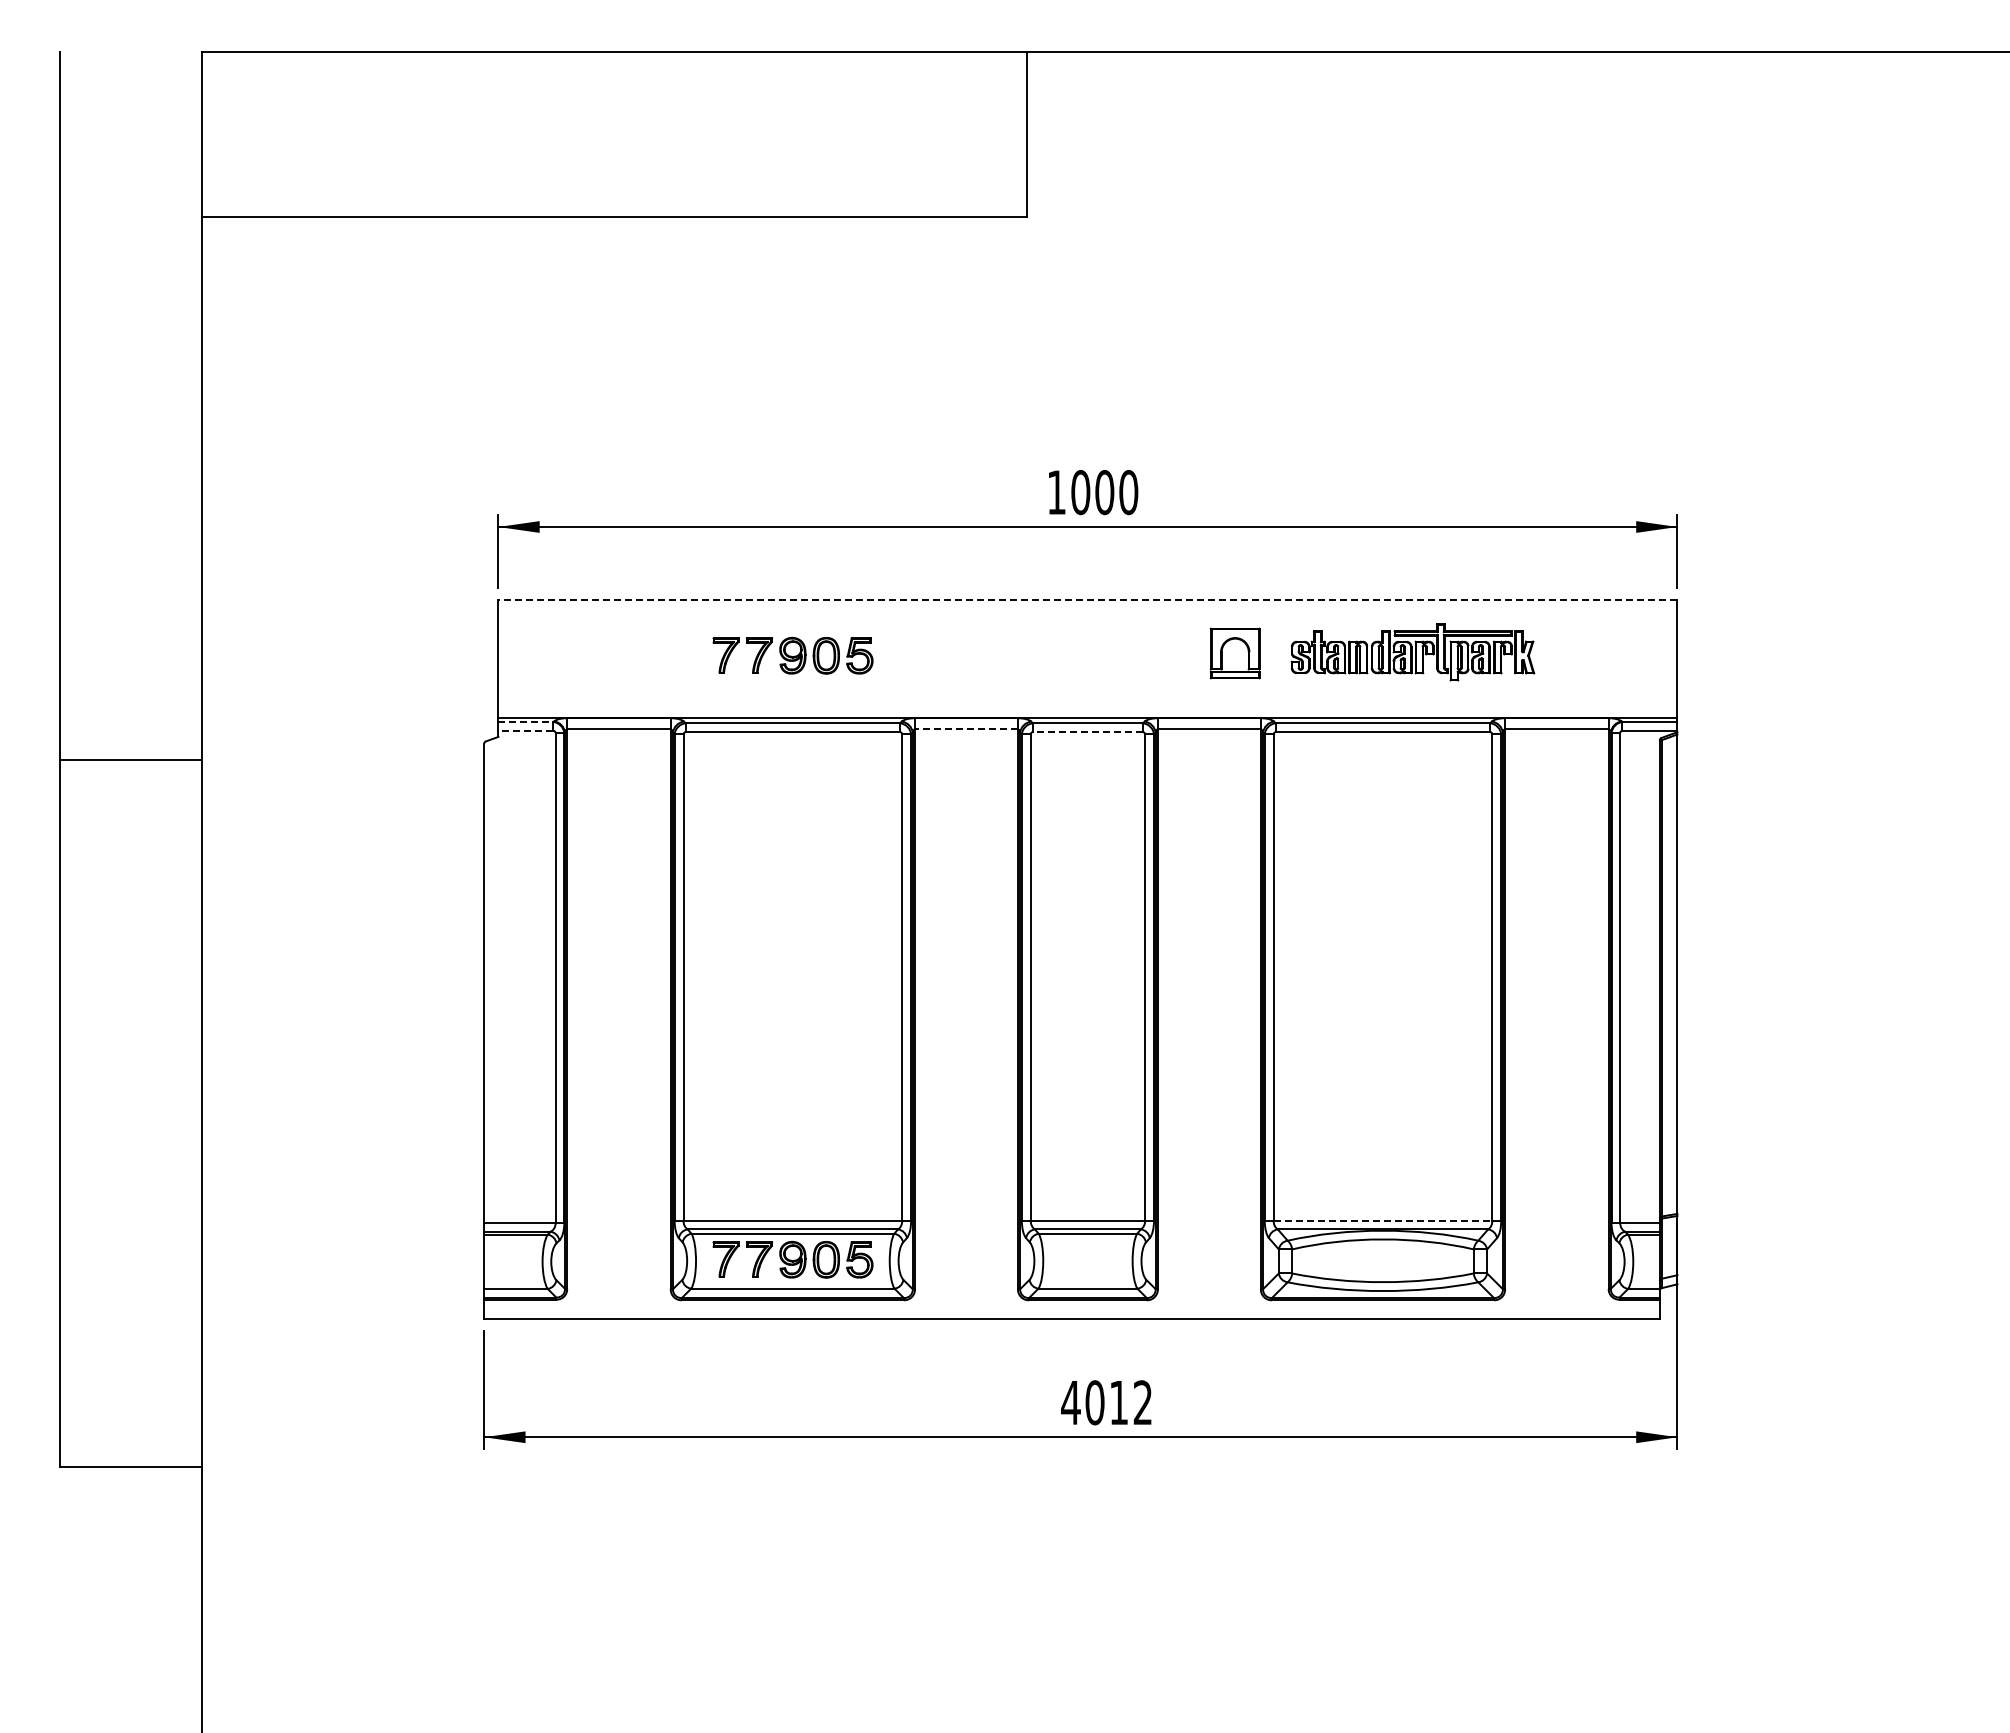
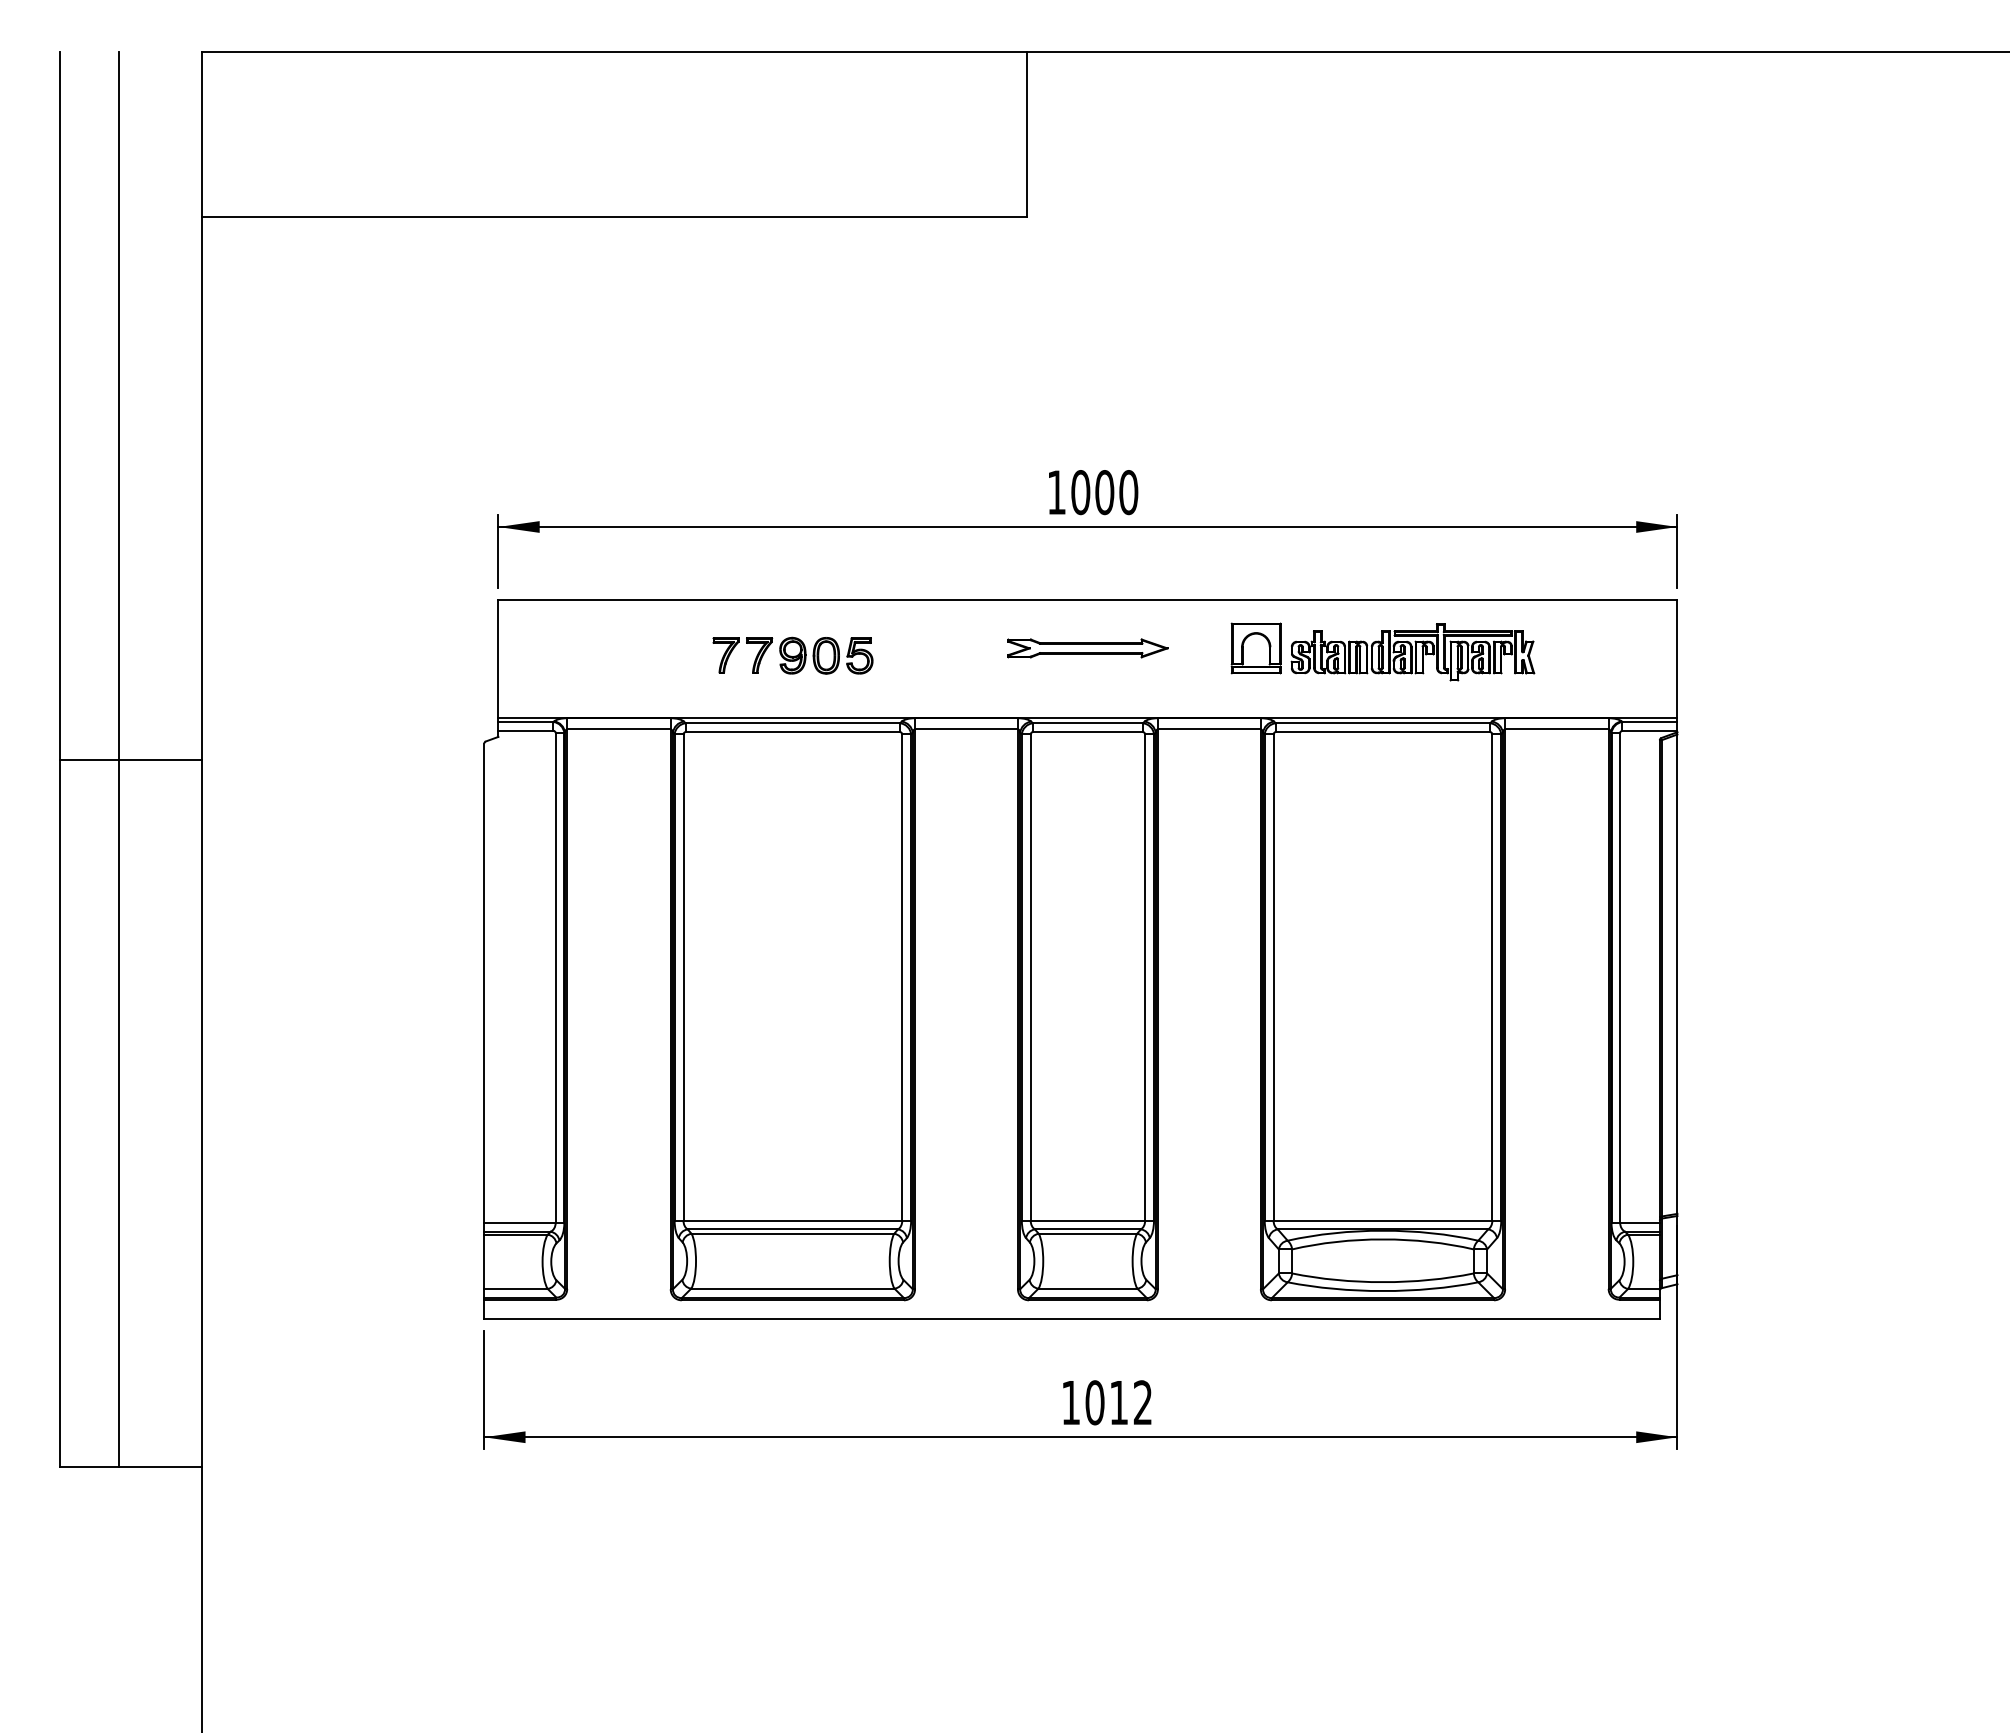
line at (1087, 600): dashed -> solid
part at (1087, 648): none -> present
part at (1234, 653) position: (1234, 653) -> (1255, 648)
line at (525, 722): dashed -> solid
line at (966, 729): dashed -> solid
line at (525, 730): dashed -> solid
line at (1087, 732): dashed -> solid
line at (119, 759): none -> present
line at (1383, 1220): dashed -> solid
part at (792, 1259): present -> none
text at (1070, 1402): 4012 -> 1012
